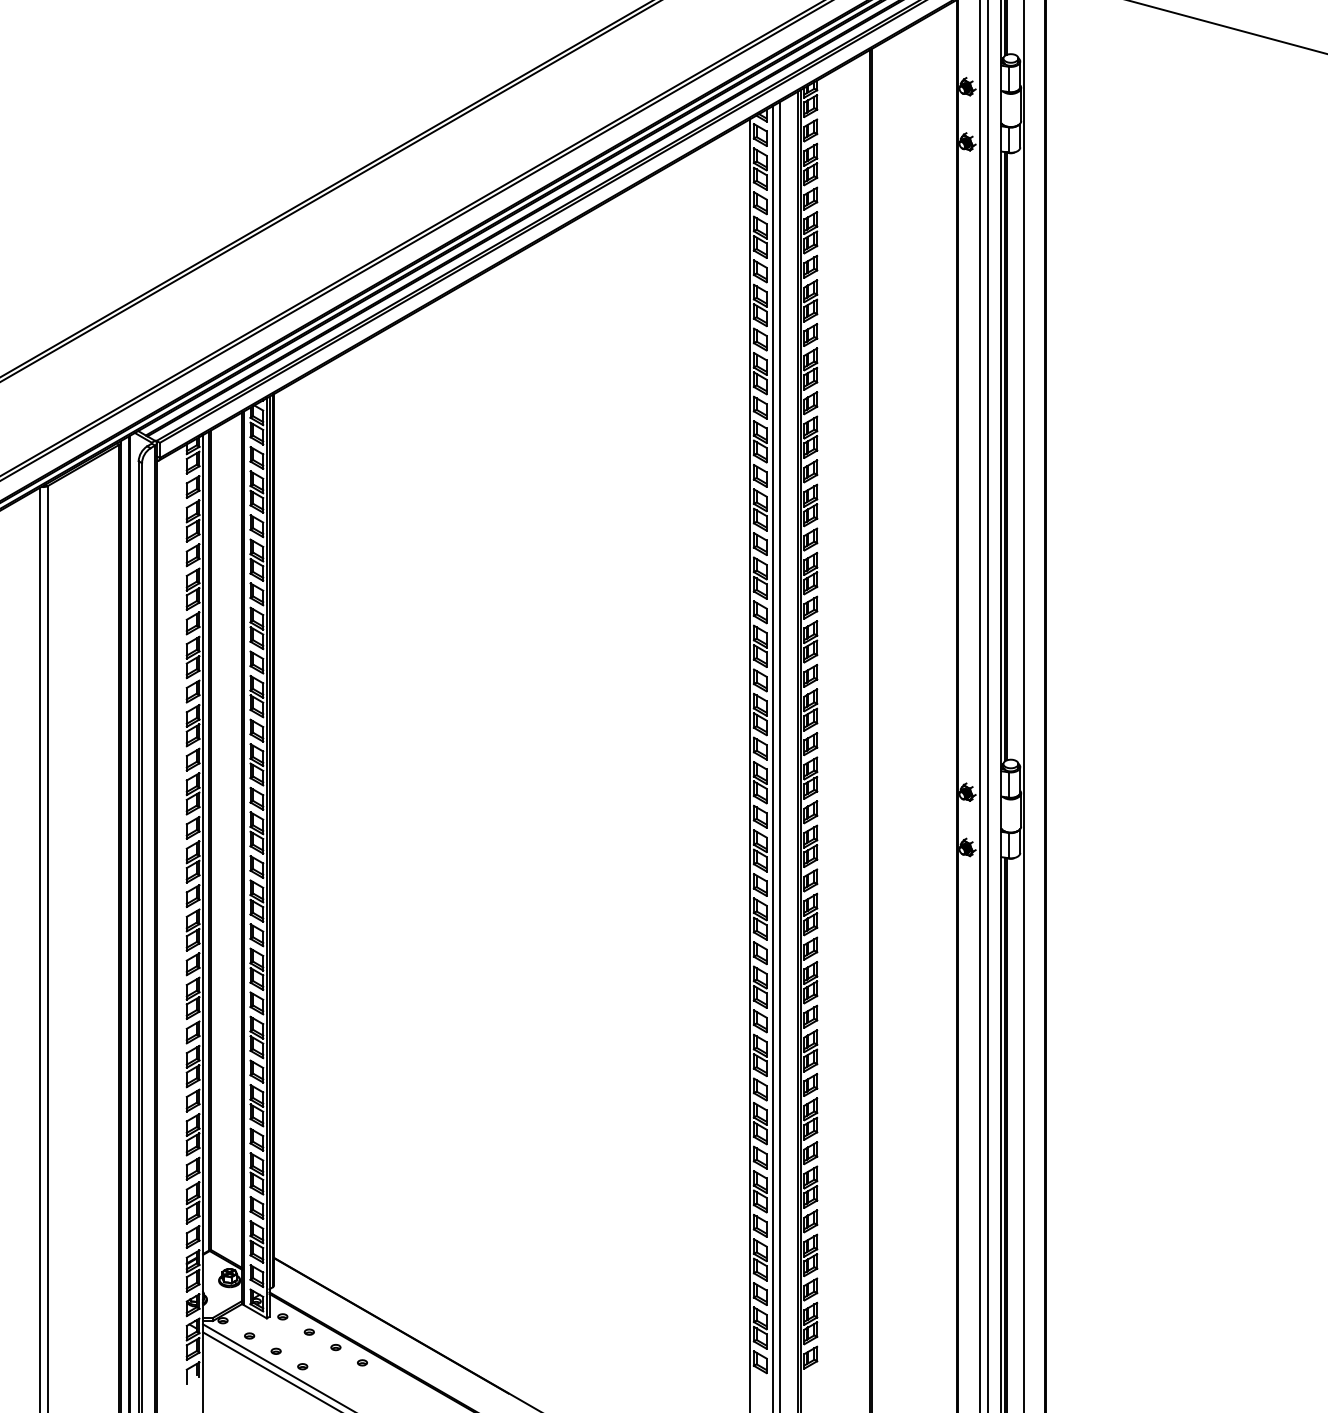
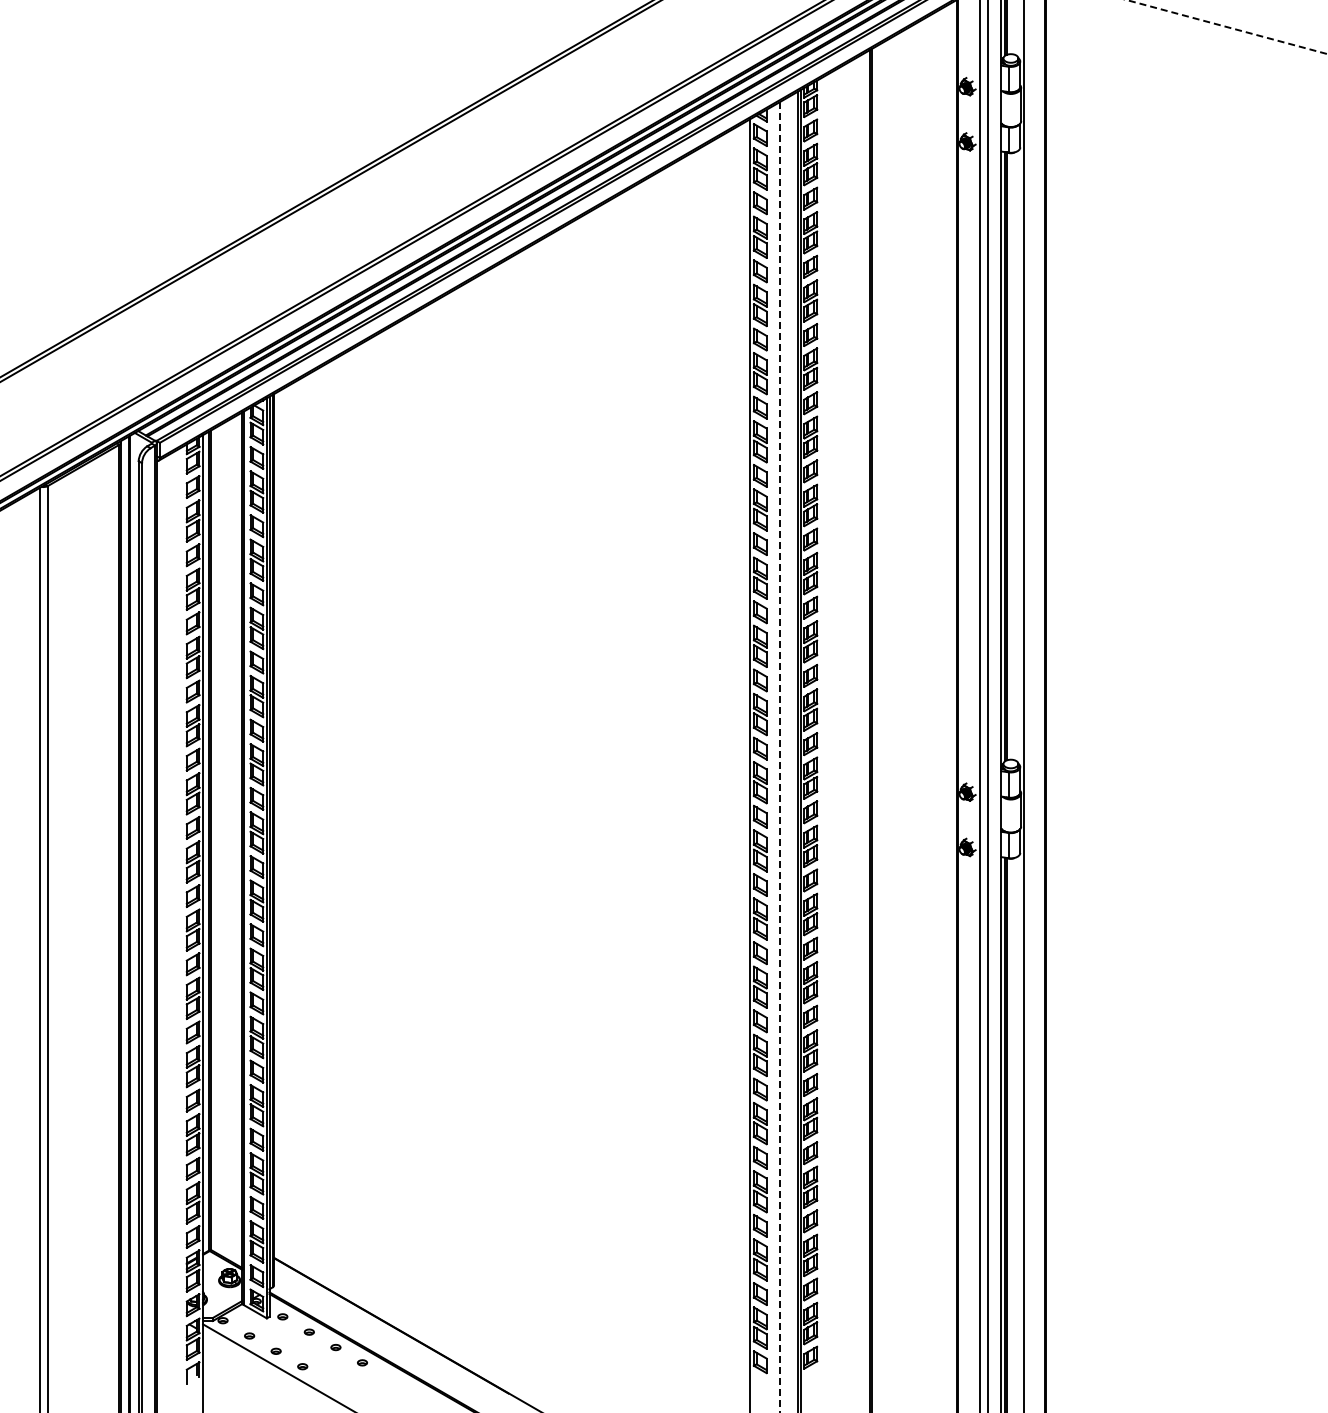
line at (1227, 27): solid -> dashed
line at (773, 757): present -> none
line at (780, 757): solid -> dashed
line at (270, 1370): present -> none
